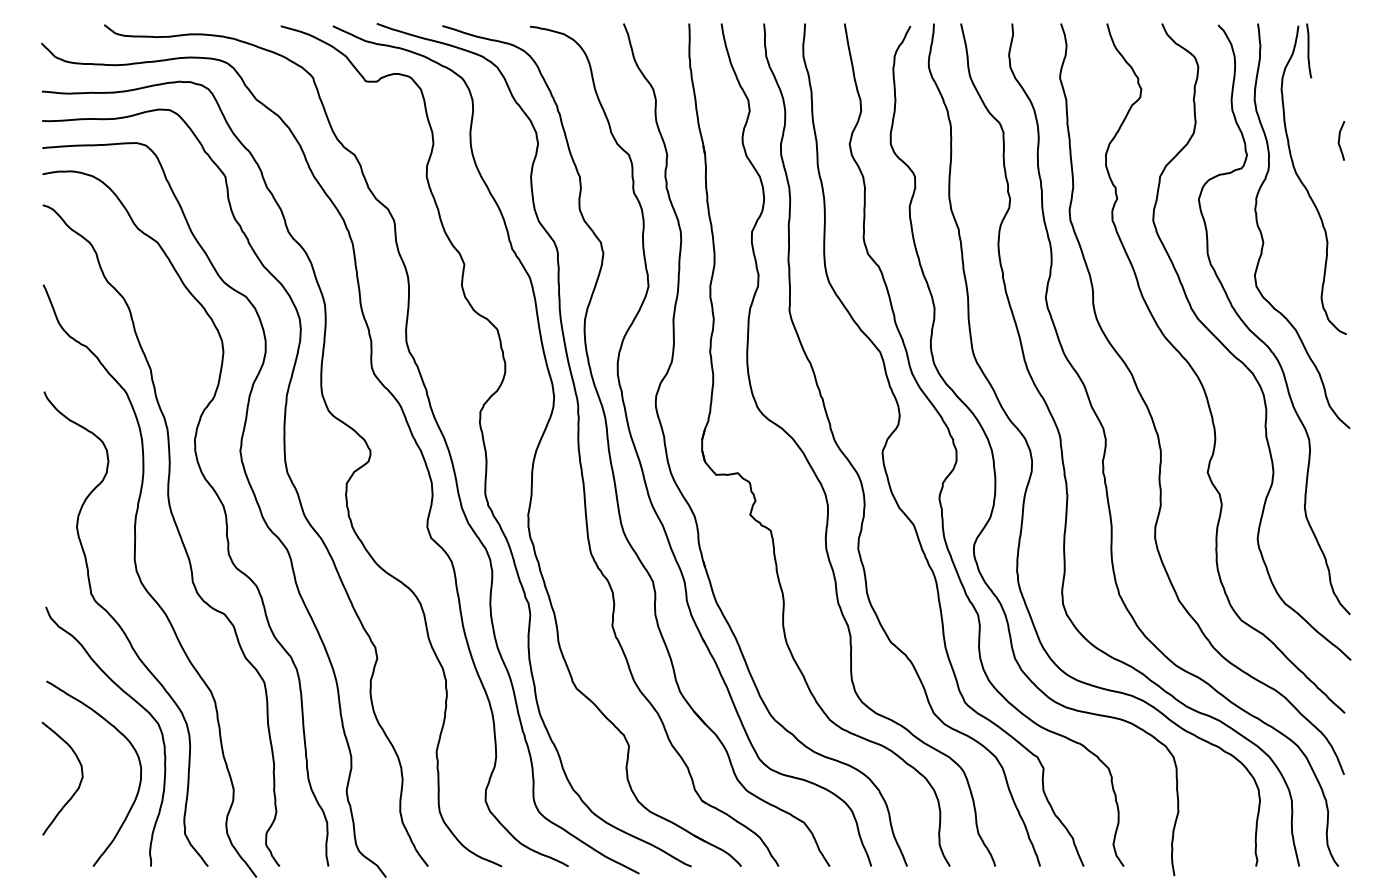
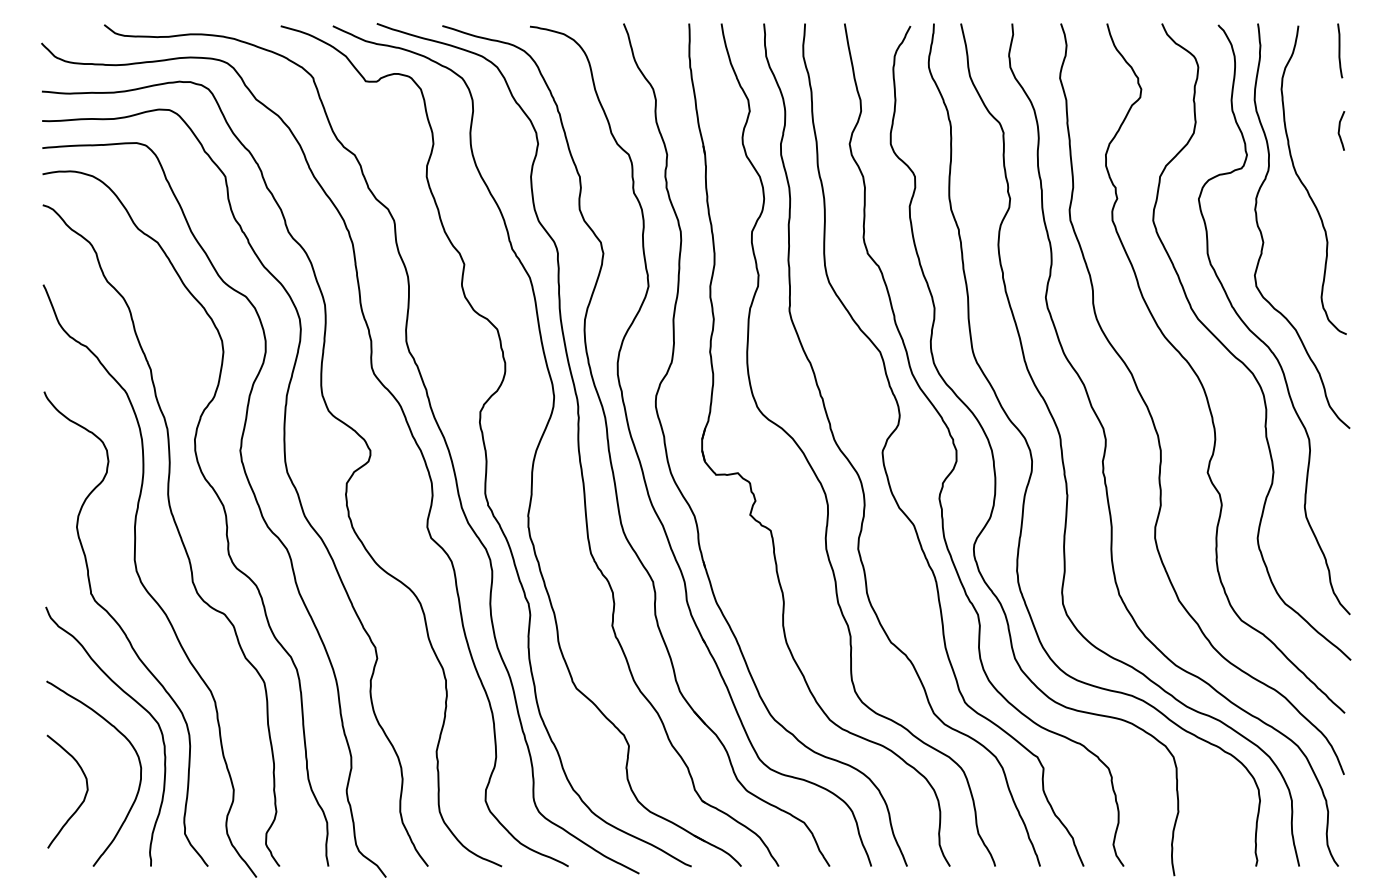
curve at (1309, 50) position: (1309, 50) -> (1340, 50)
curve at (1339, 140) position: (1339, 140) -> (1339, 130)
curve at (79, 782) position: (79, 782) -> (84, 795)
